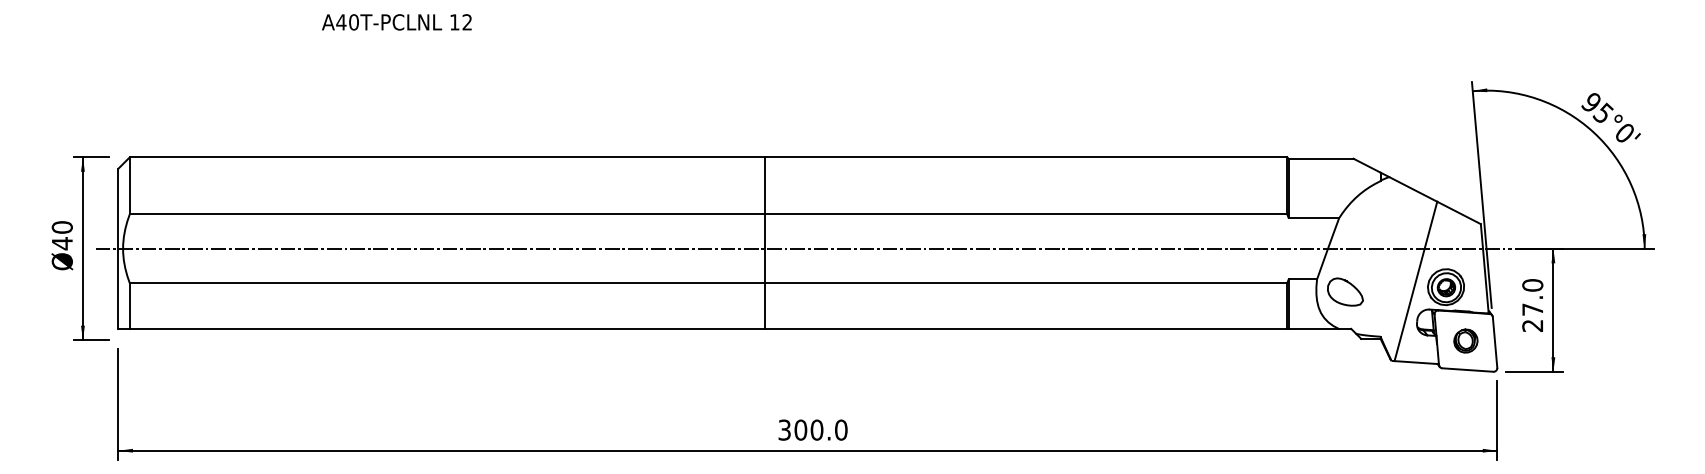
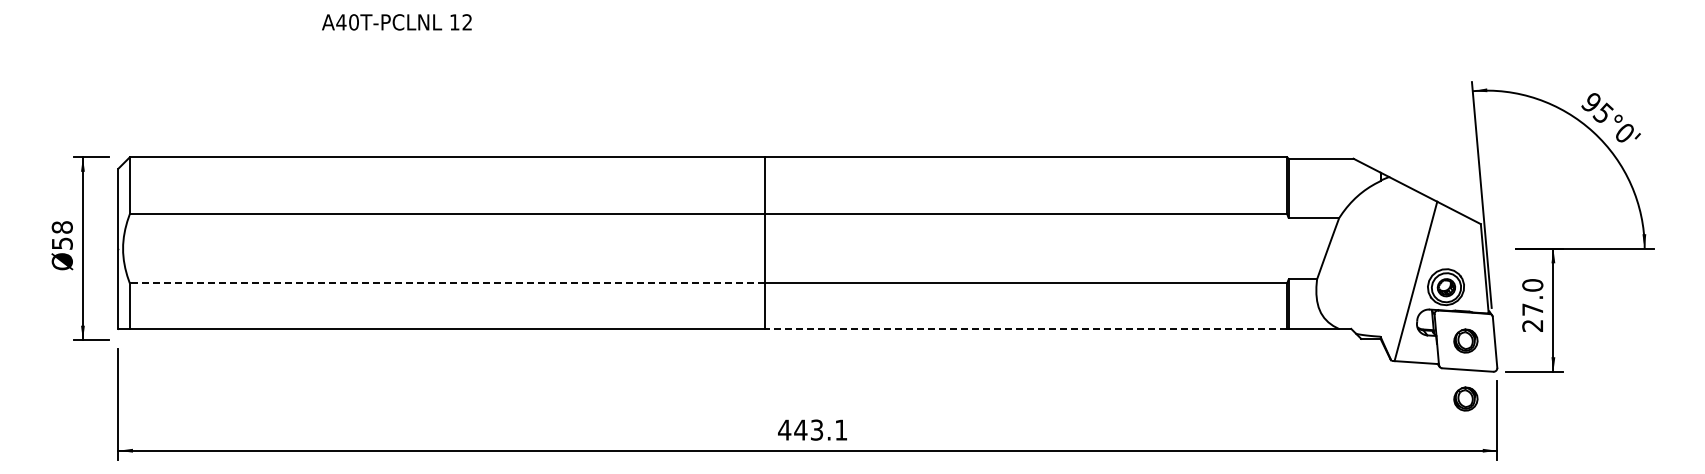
text at (62, 235): Ø40 -> Ø58
line at (803, 248): present -> none
line at (447, 283): solid -> dashed
curve at (1349, 284): present -> none
line at (1026, 328): solid -> dashed
part at (1465, 398): none -> present
text at (812, 429): 300.0 -> 443.1
